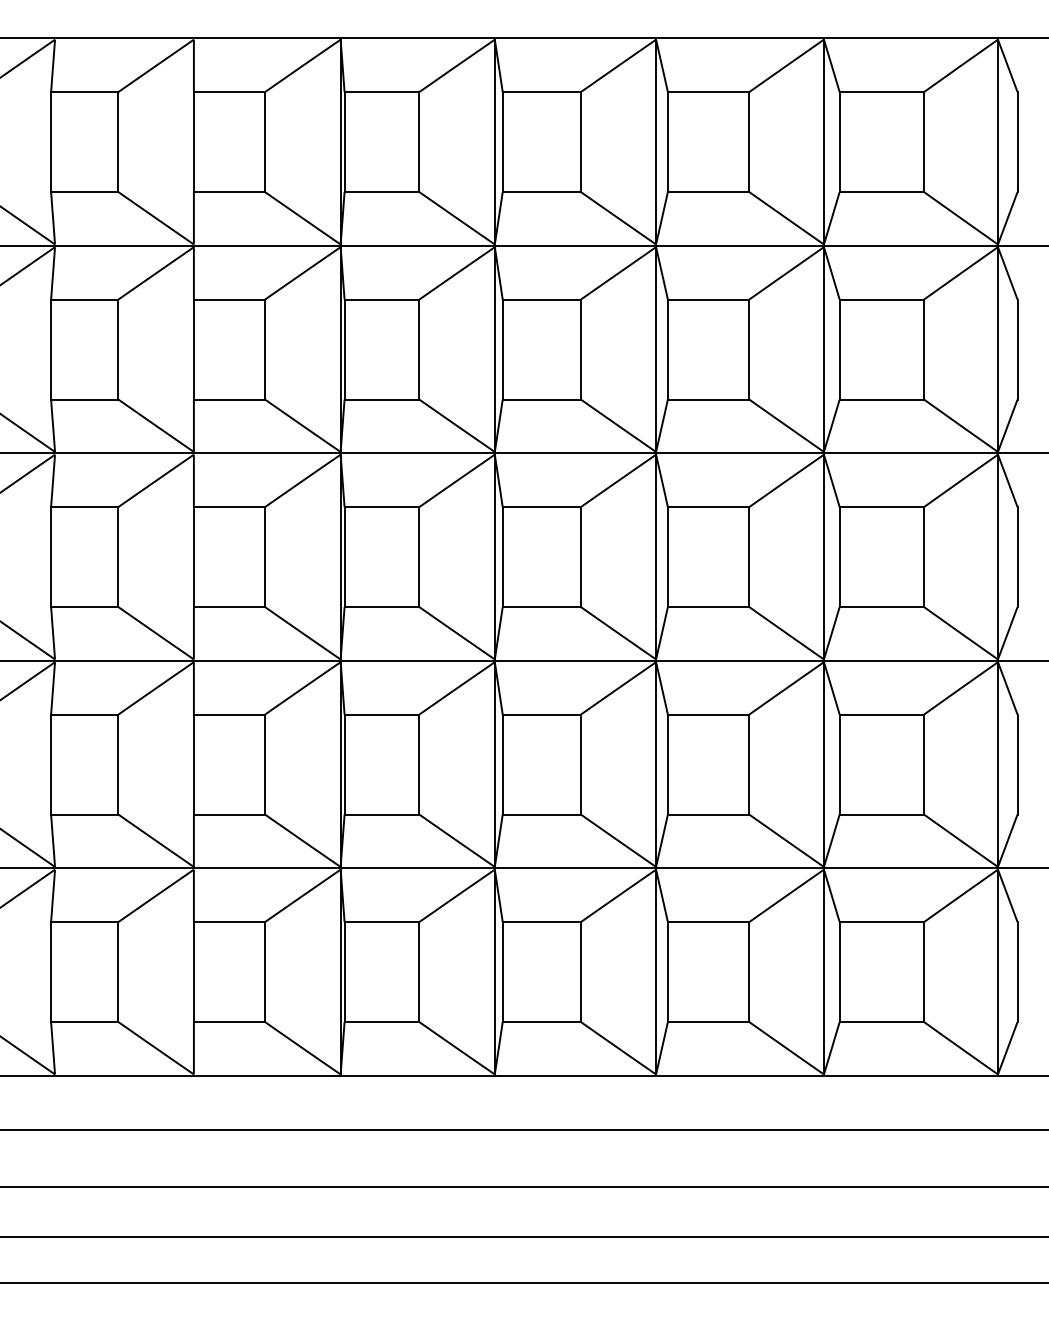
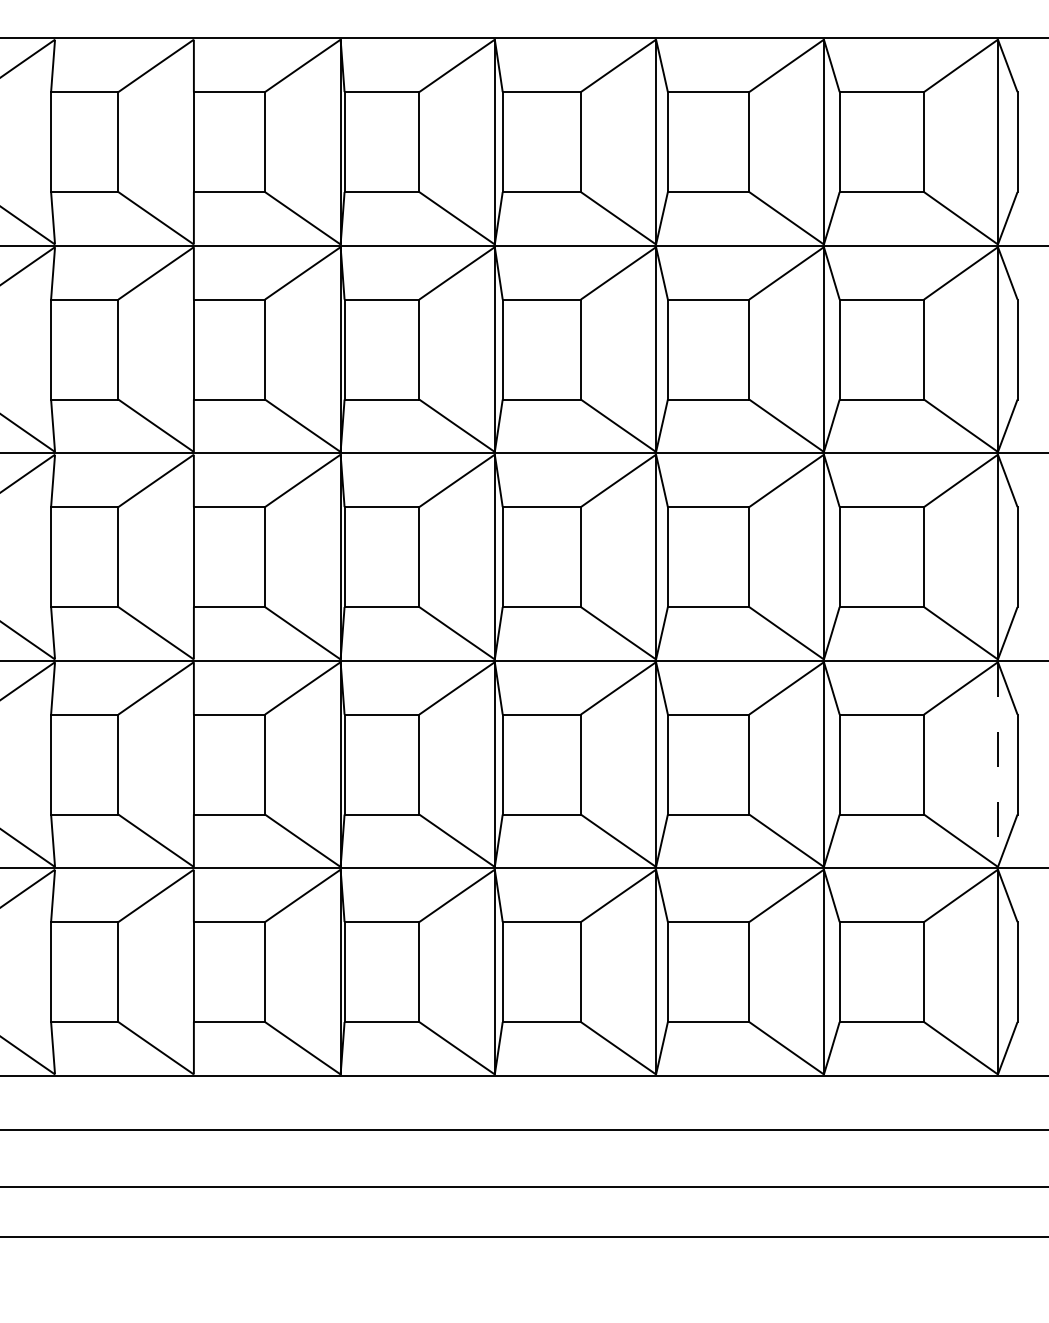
line at (997, 765): solid -> dashed
line at (523, 1283): present -> none
